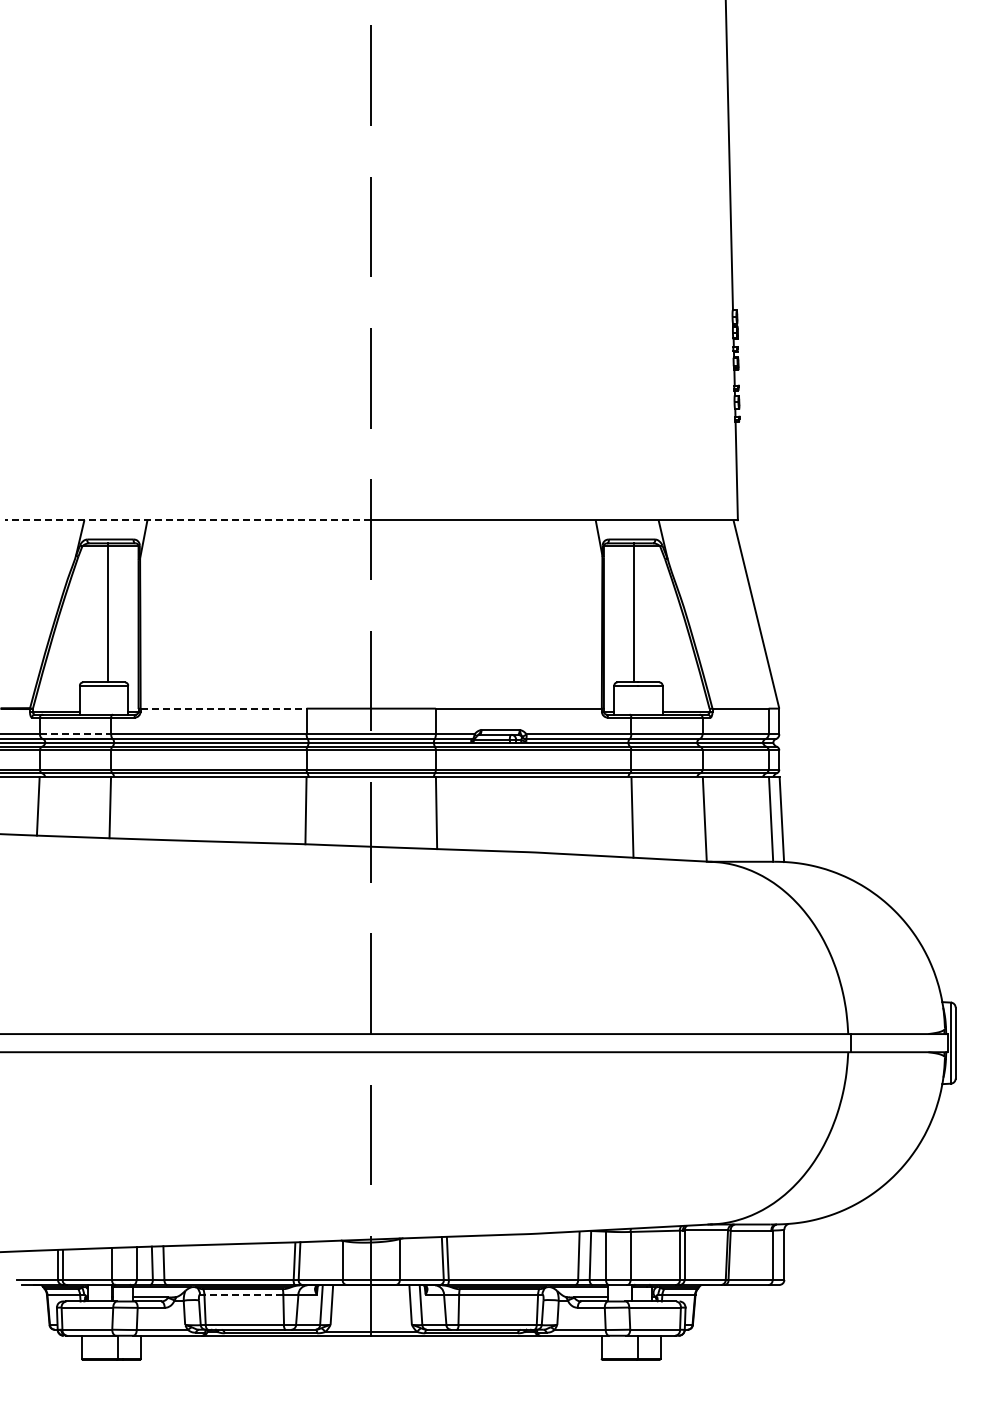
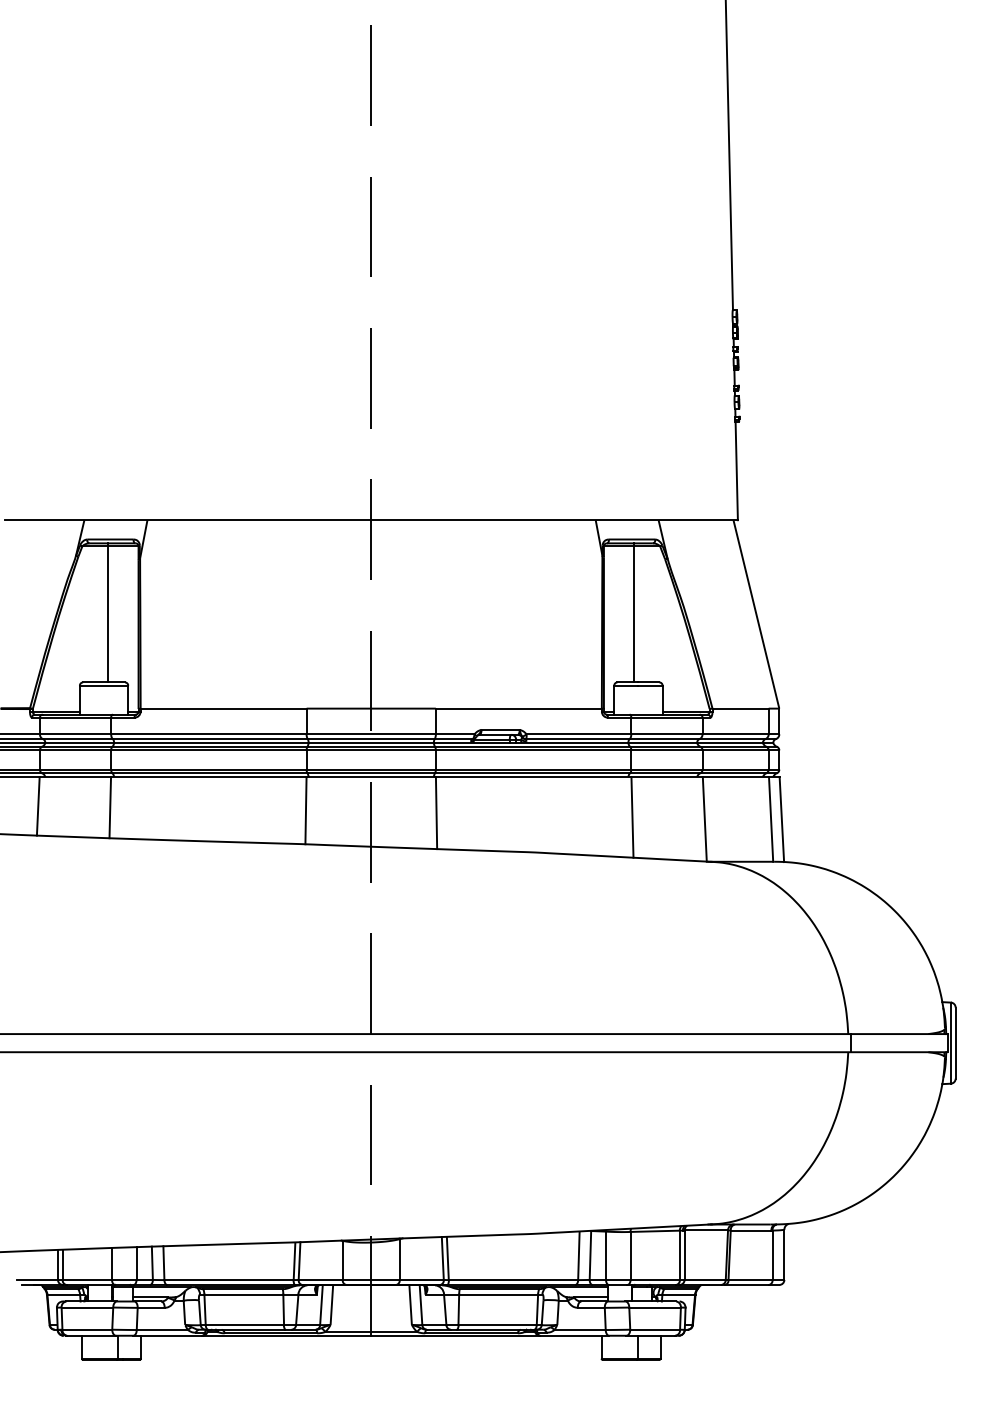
line at (187, 520): dashed -> solid
line at (223, 708): dashed -> solid
line at (75, 734): dashed -> solid
line at (243, 1294): dashed -> solid
